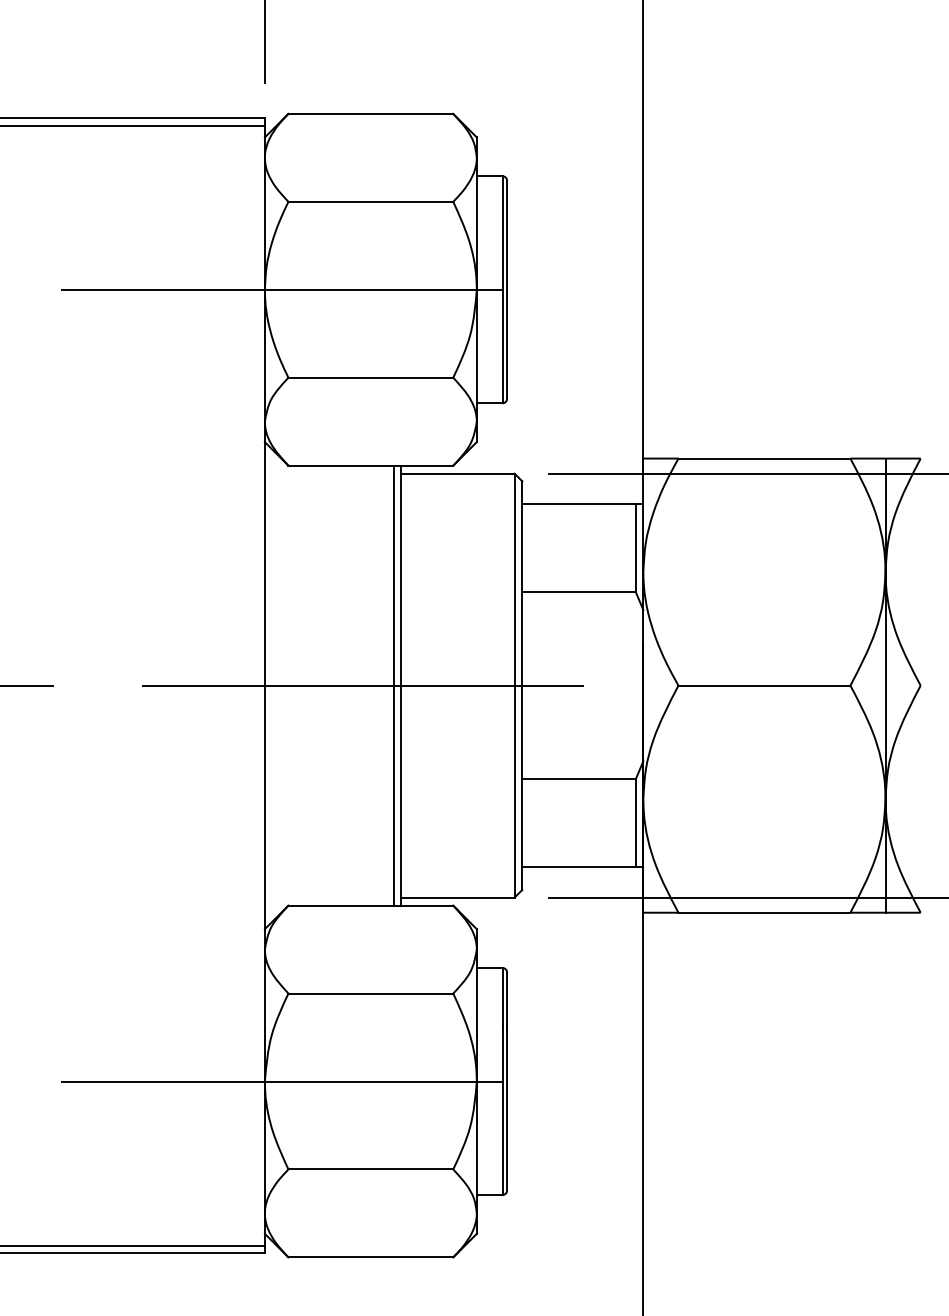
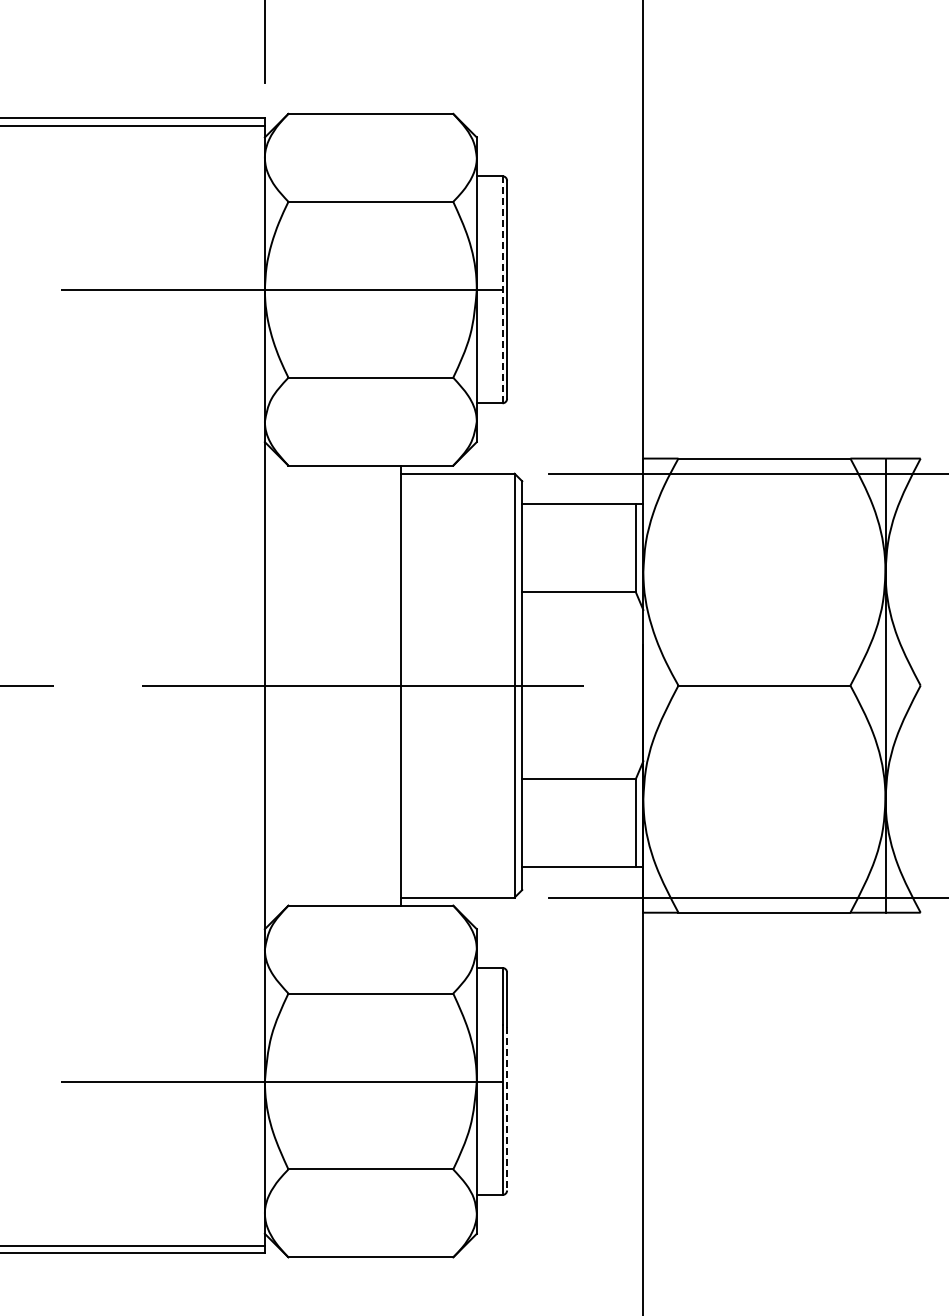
line at (502, 289): solid -> dashed
line at (393, 685): present -> none
line at (507, 1108): solid -> dashed
